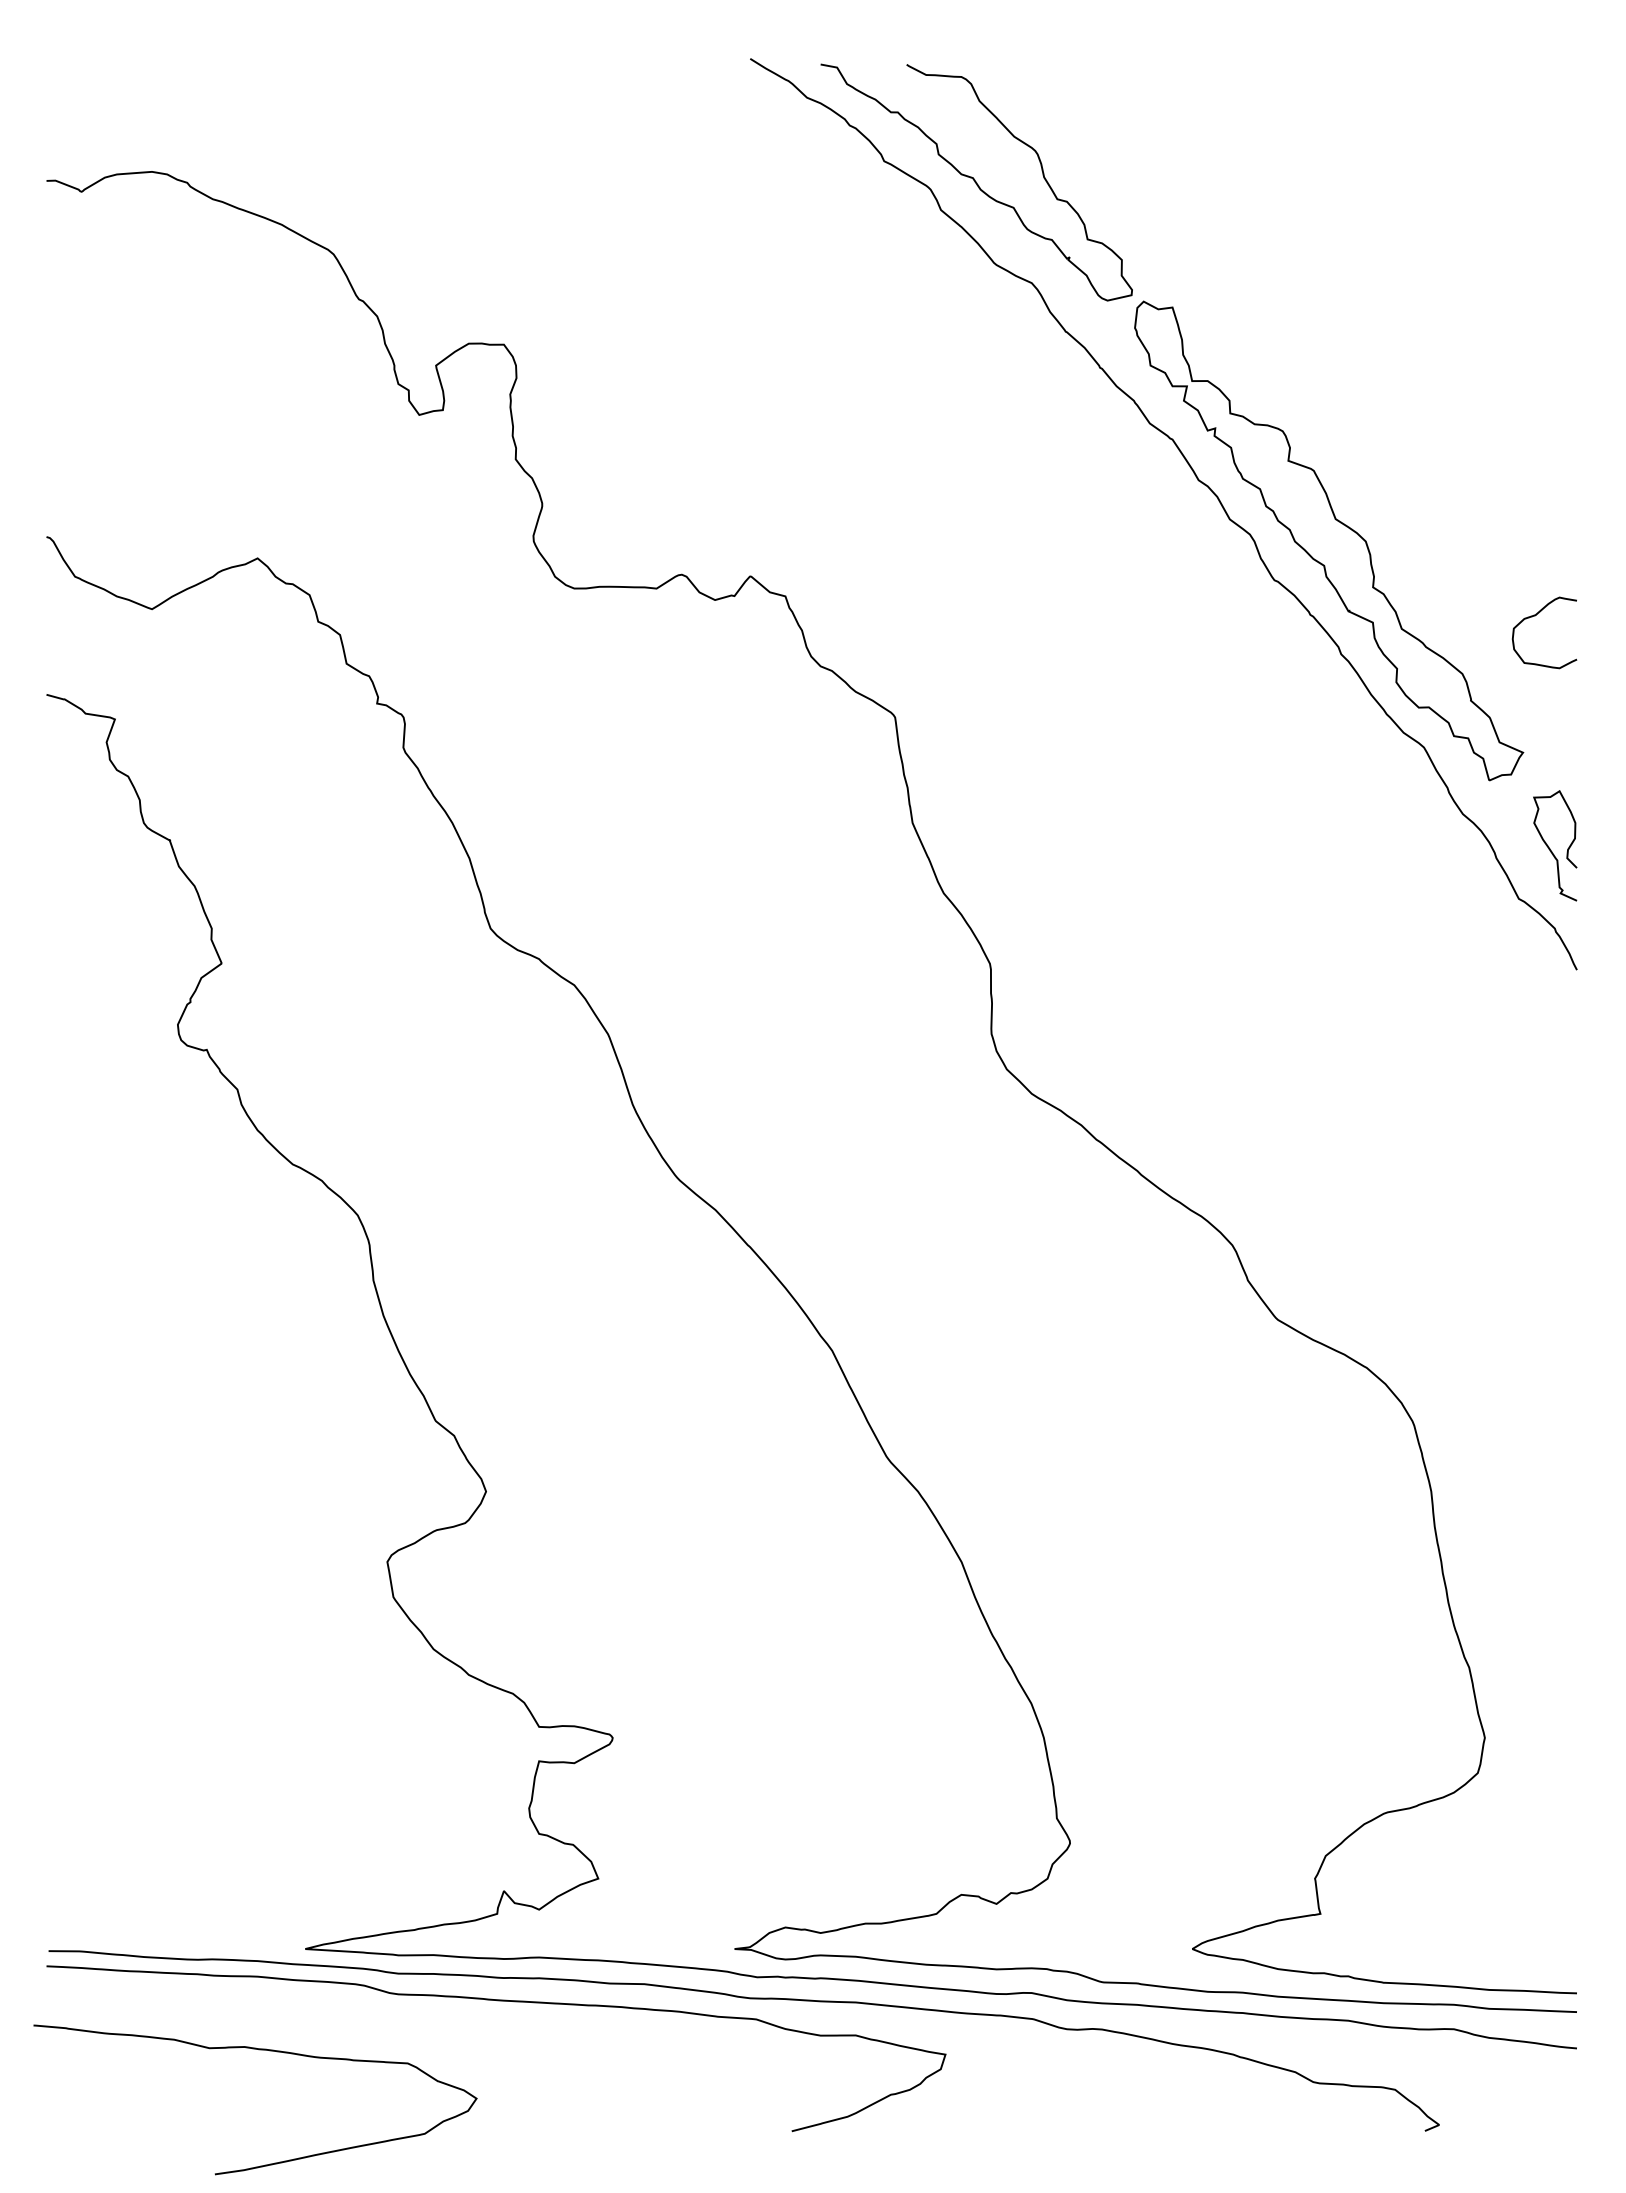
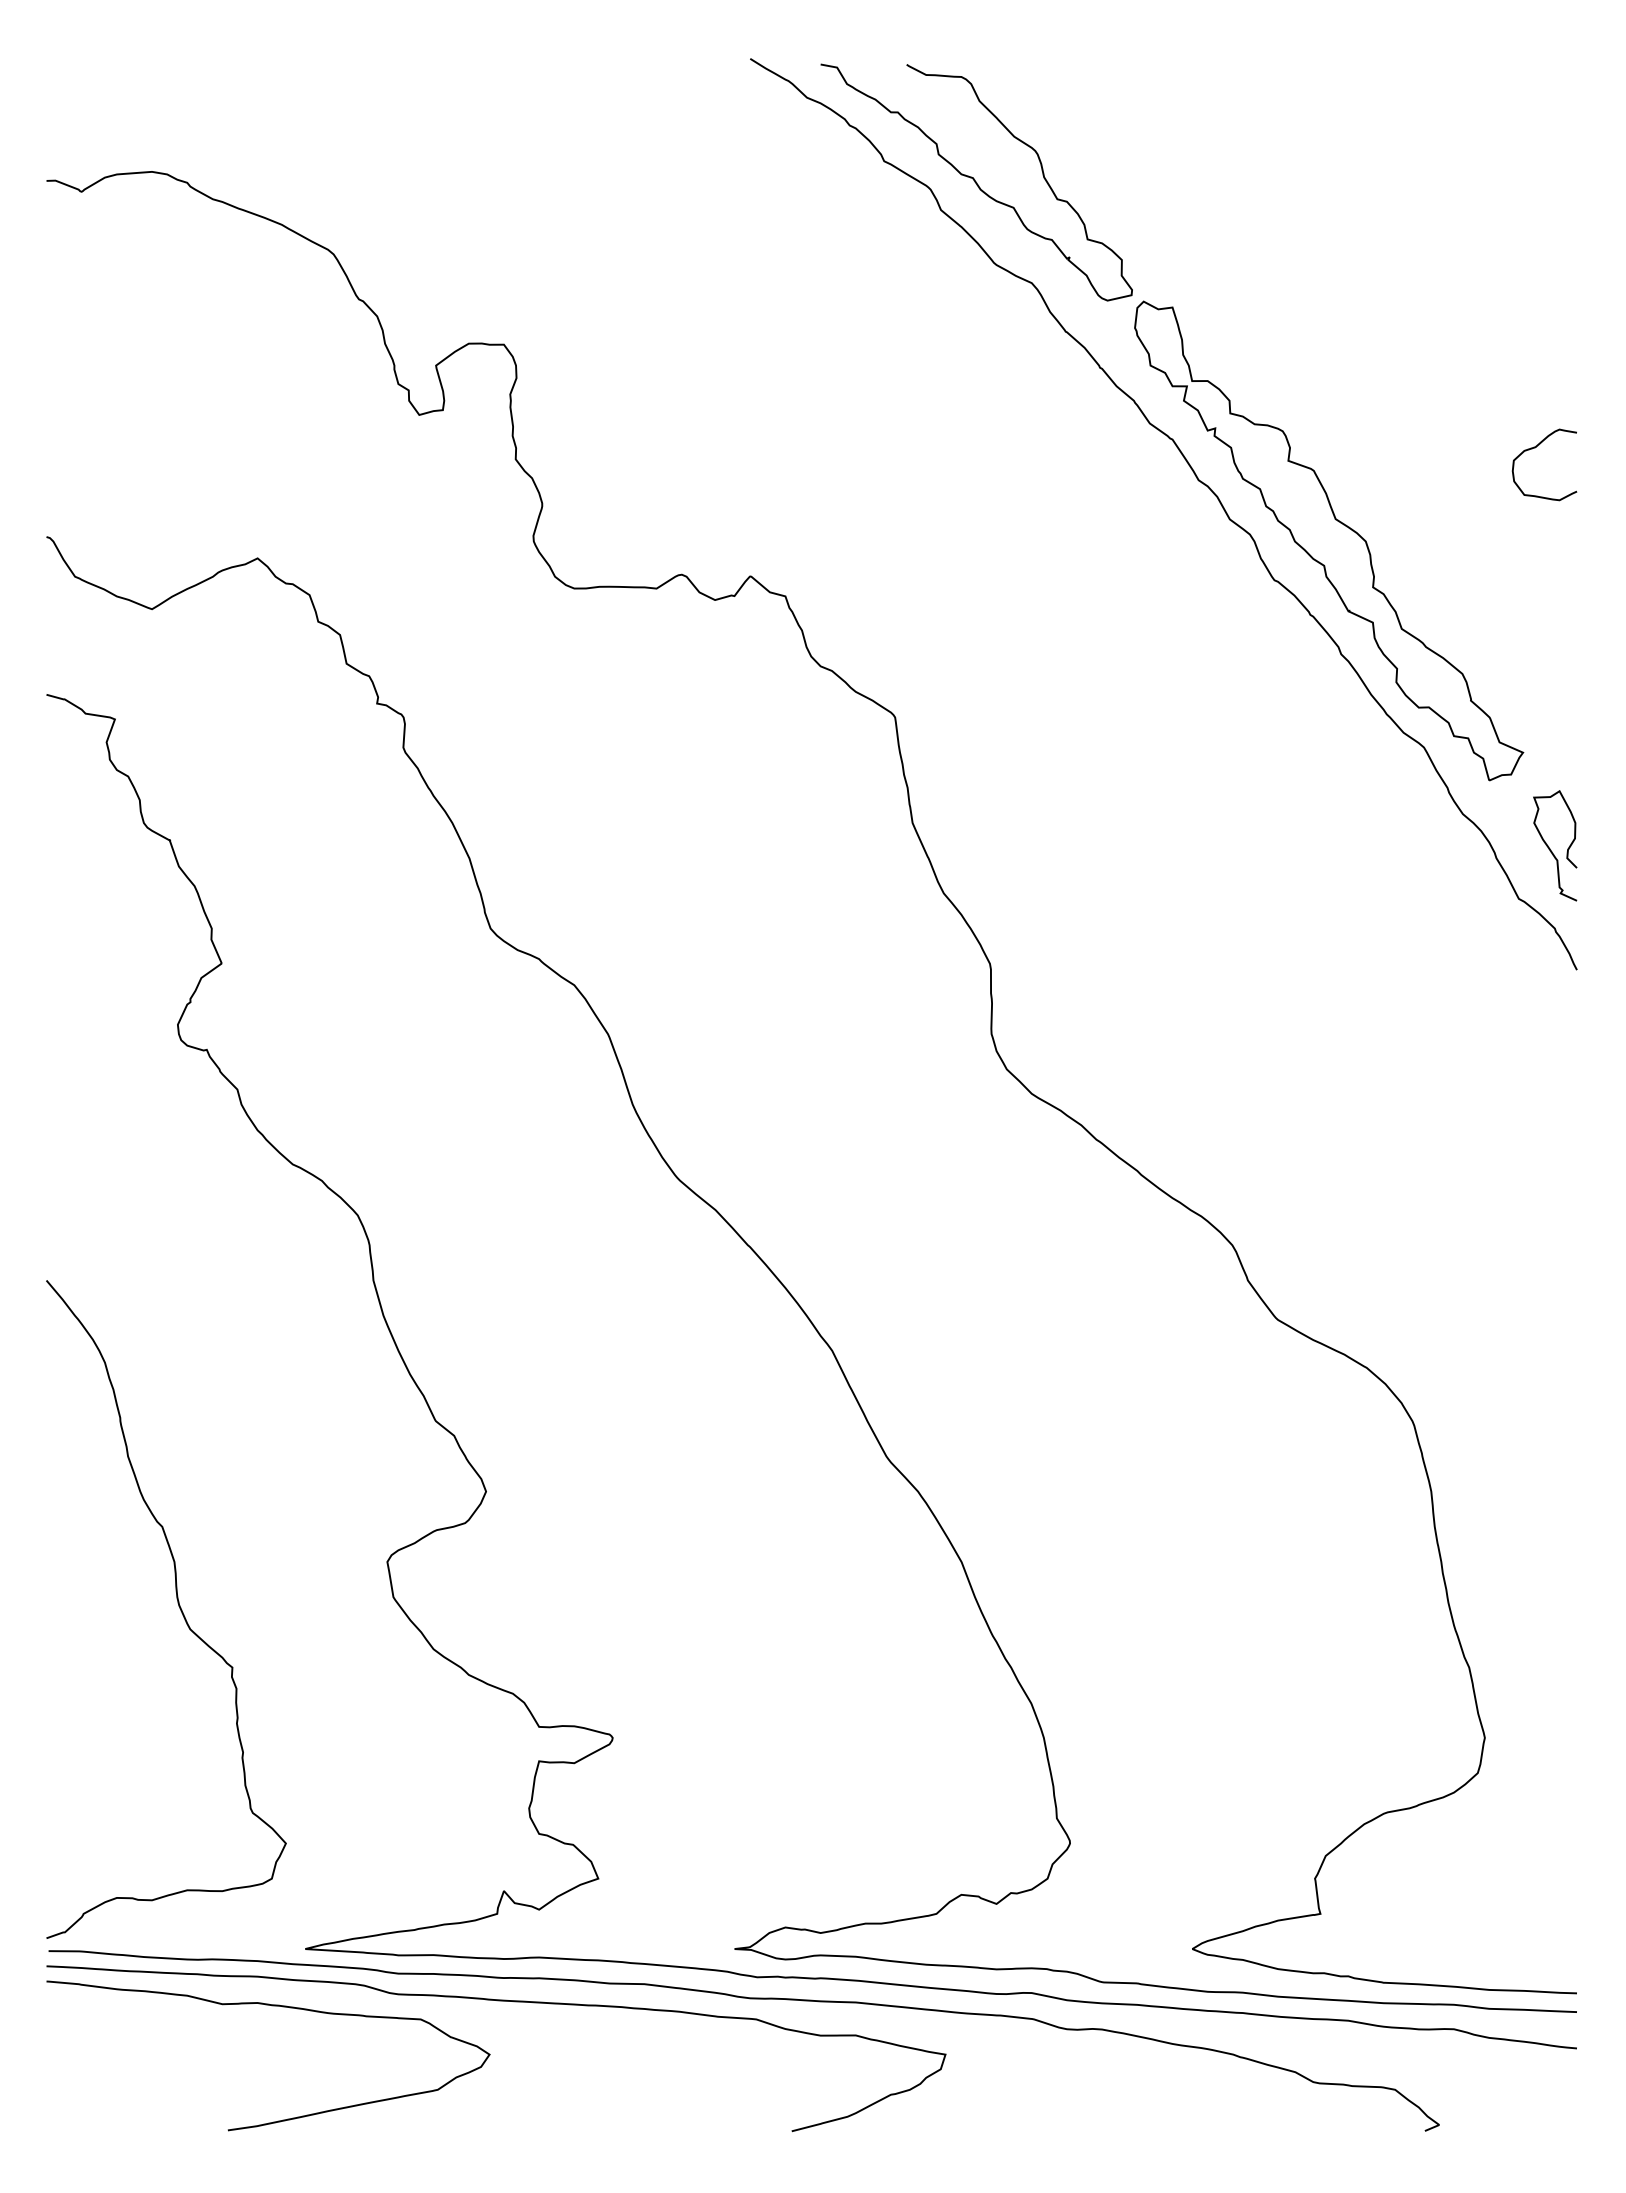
curve at (1535, 616) position: (1535, 616) -> (1535, 448)
curve at (178, 1606): none -> present
curve at (258, 2050) position: (258, 2050) -> (271, 2006)
